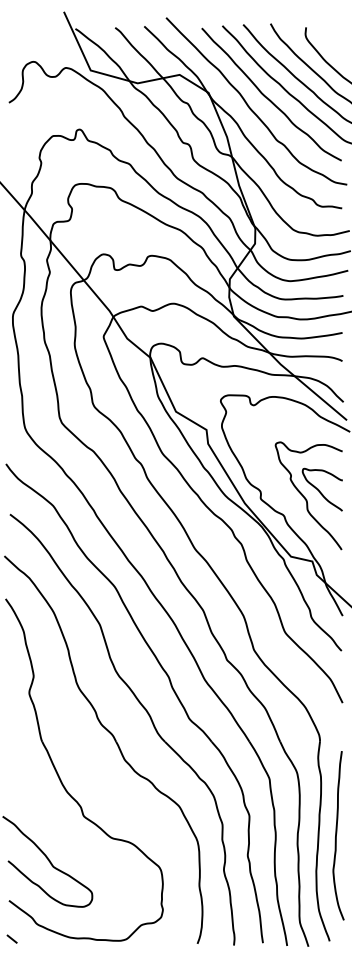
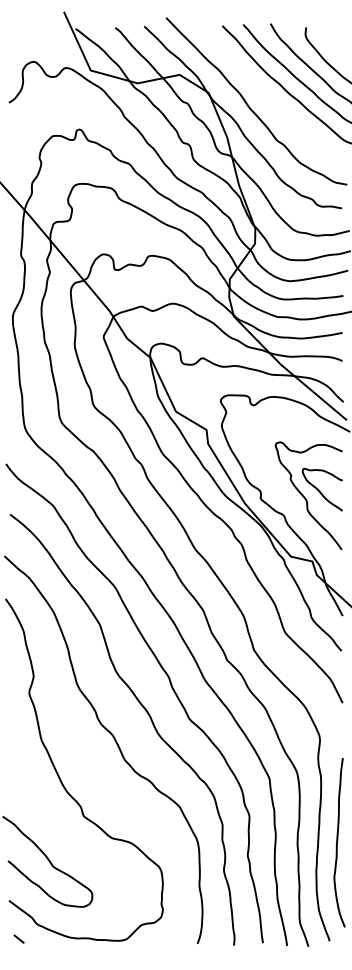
curve at (269, 98): present -> none
curve at (336, 835) position: (336, 835) -> (337, 842)
line at (11, 938) position: (11, 938) -> (18, 938)
